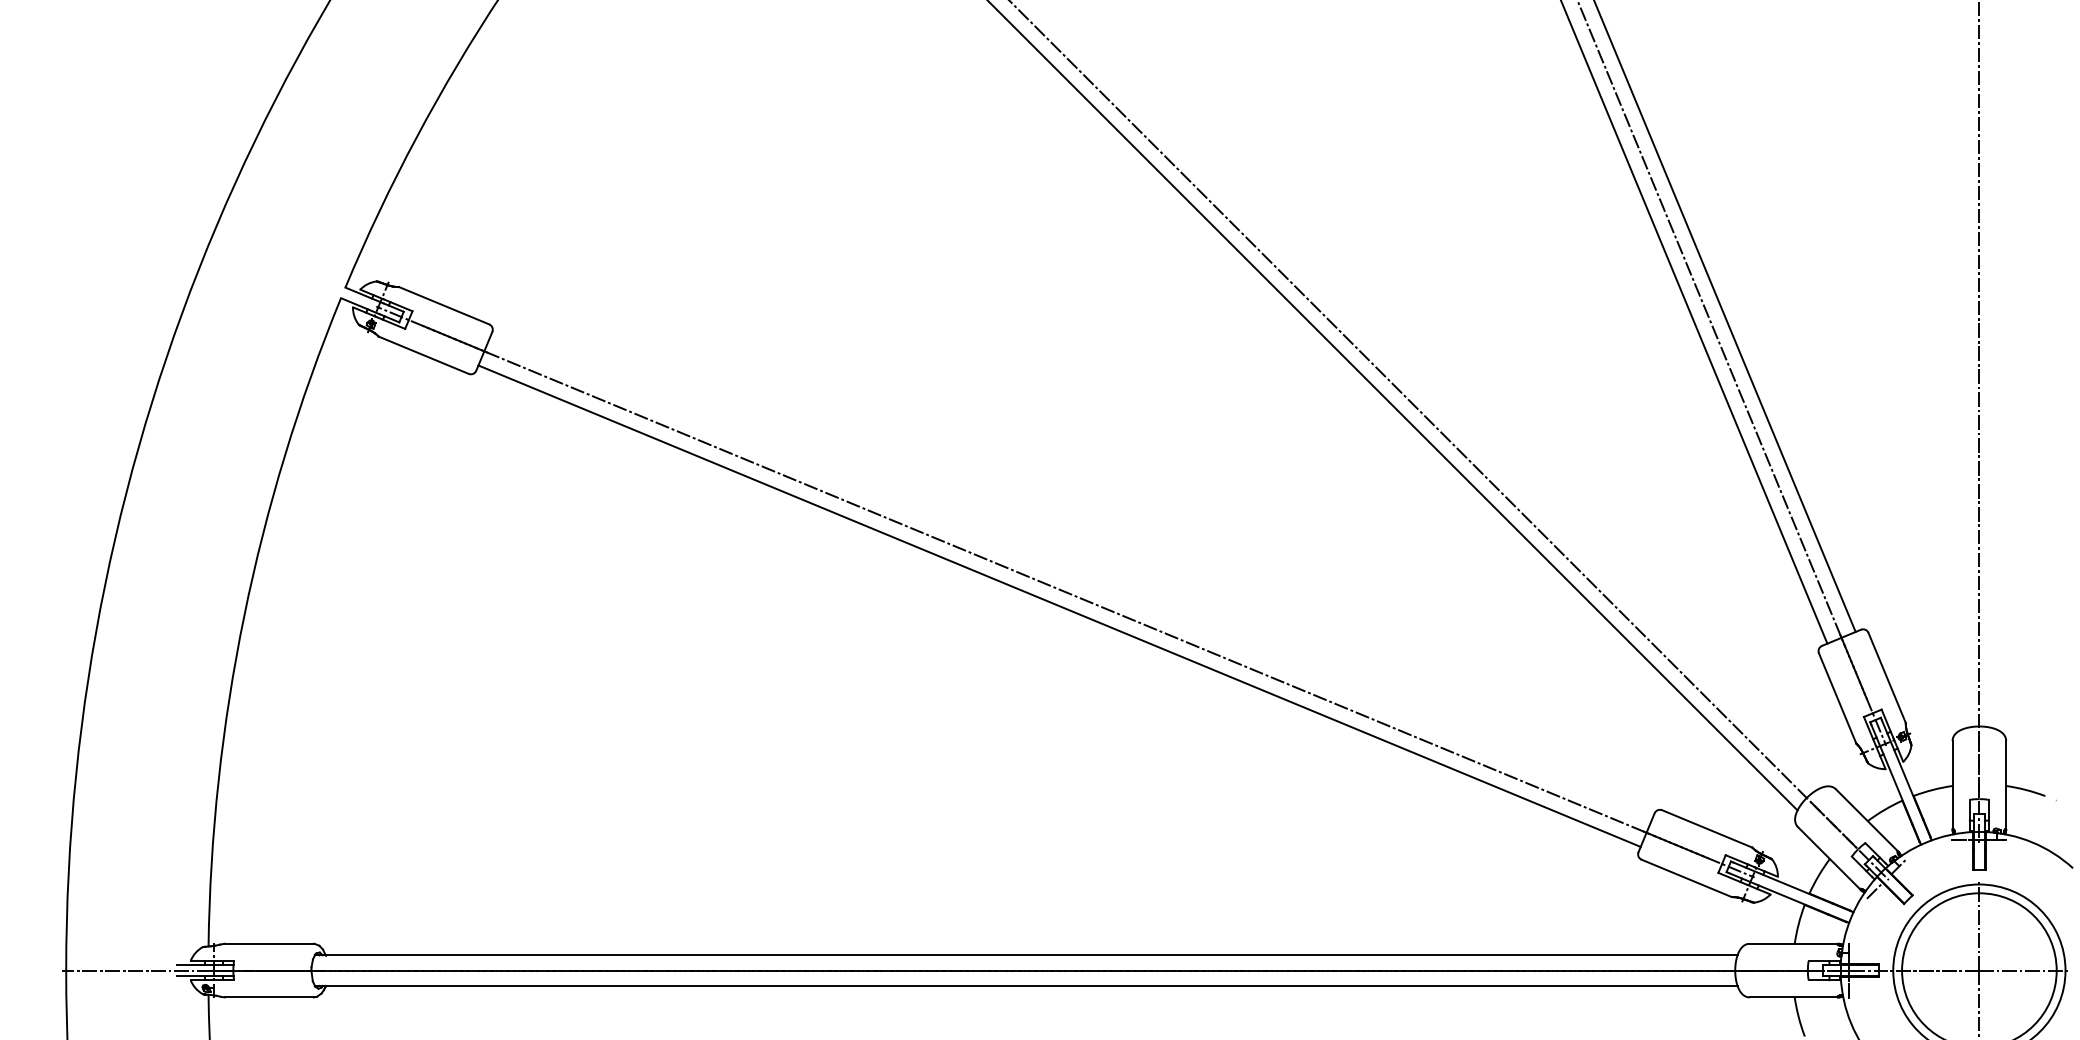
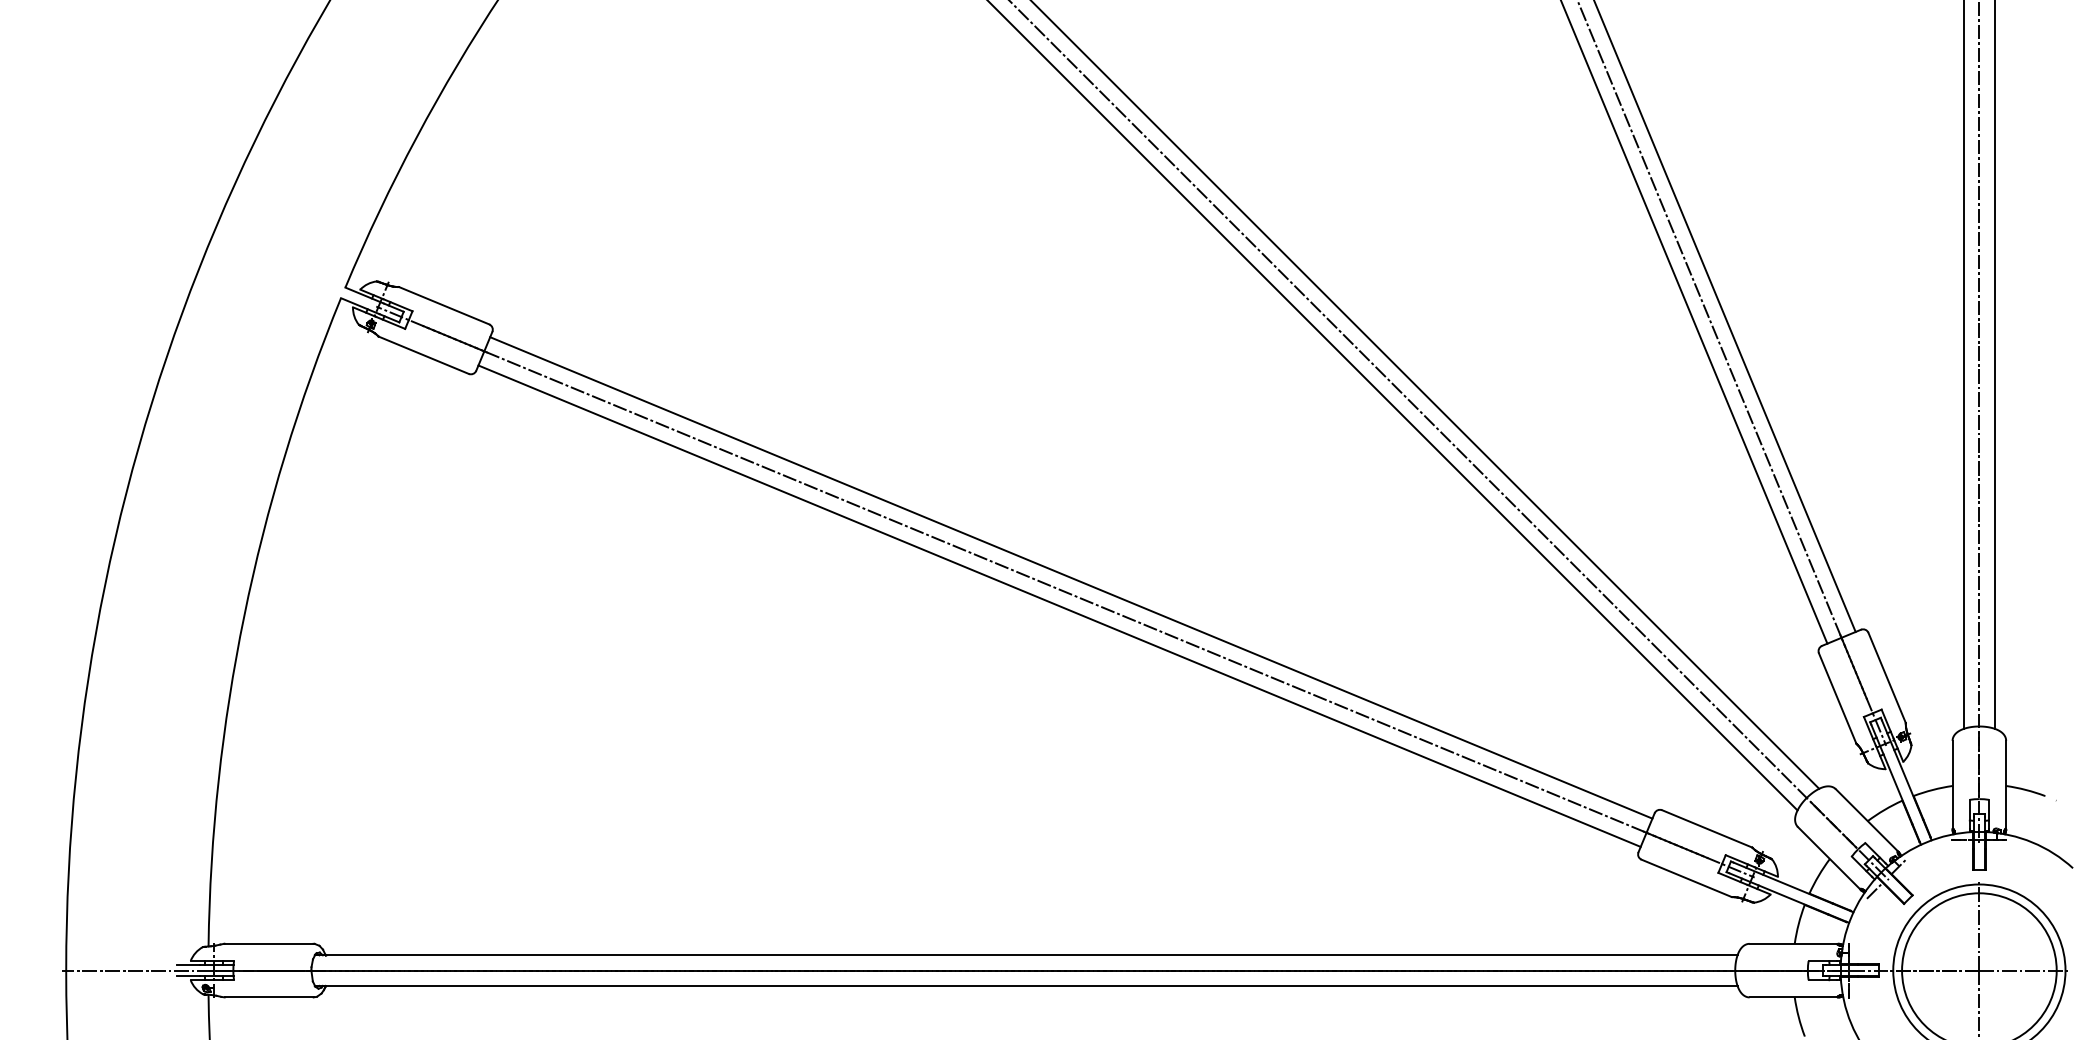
line at (1964, 365): none -> present
line at (1994, 365): none -> present
line at (1425, 395): none -> present
line at (1071, 577): none -> present
